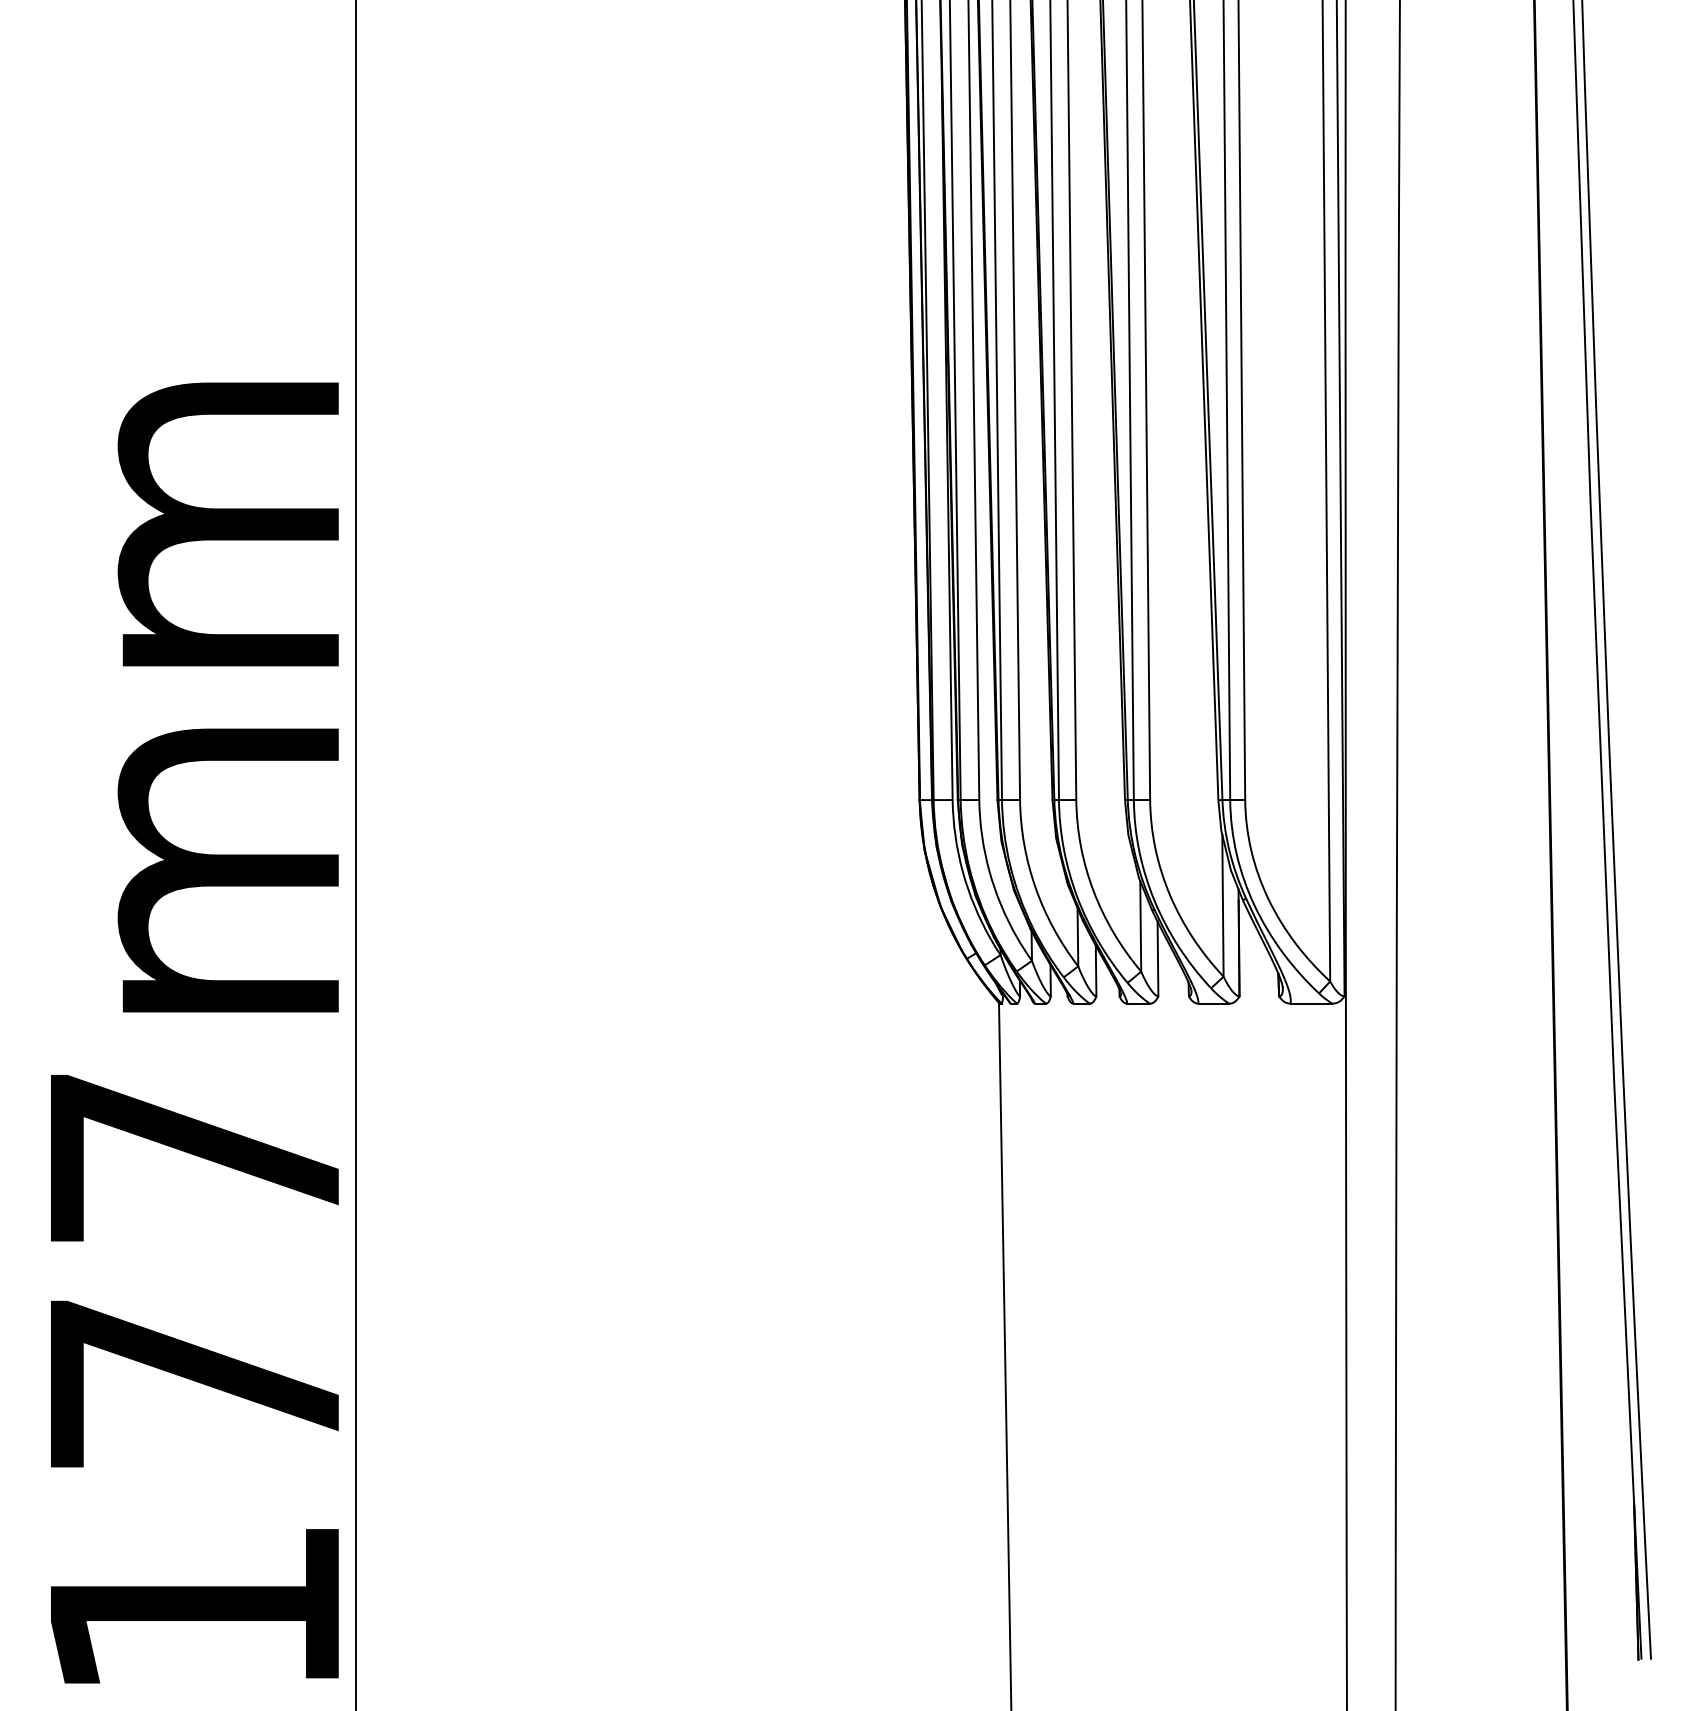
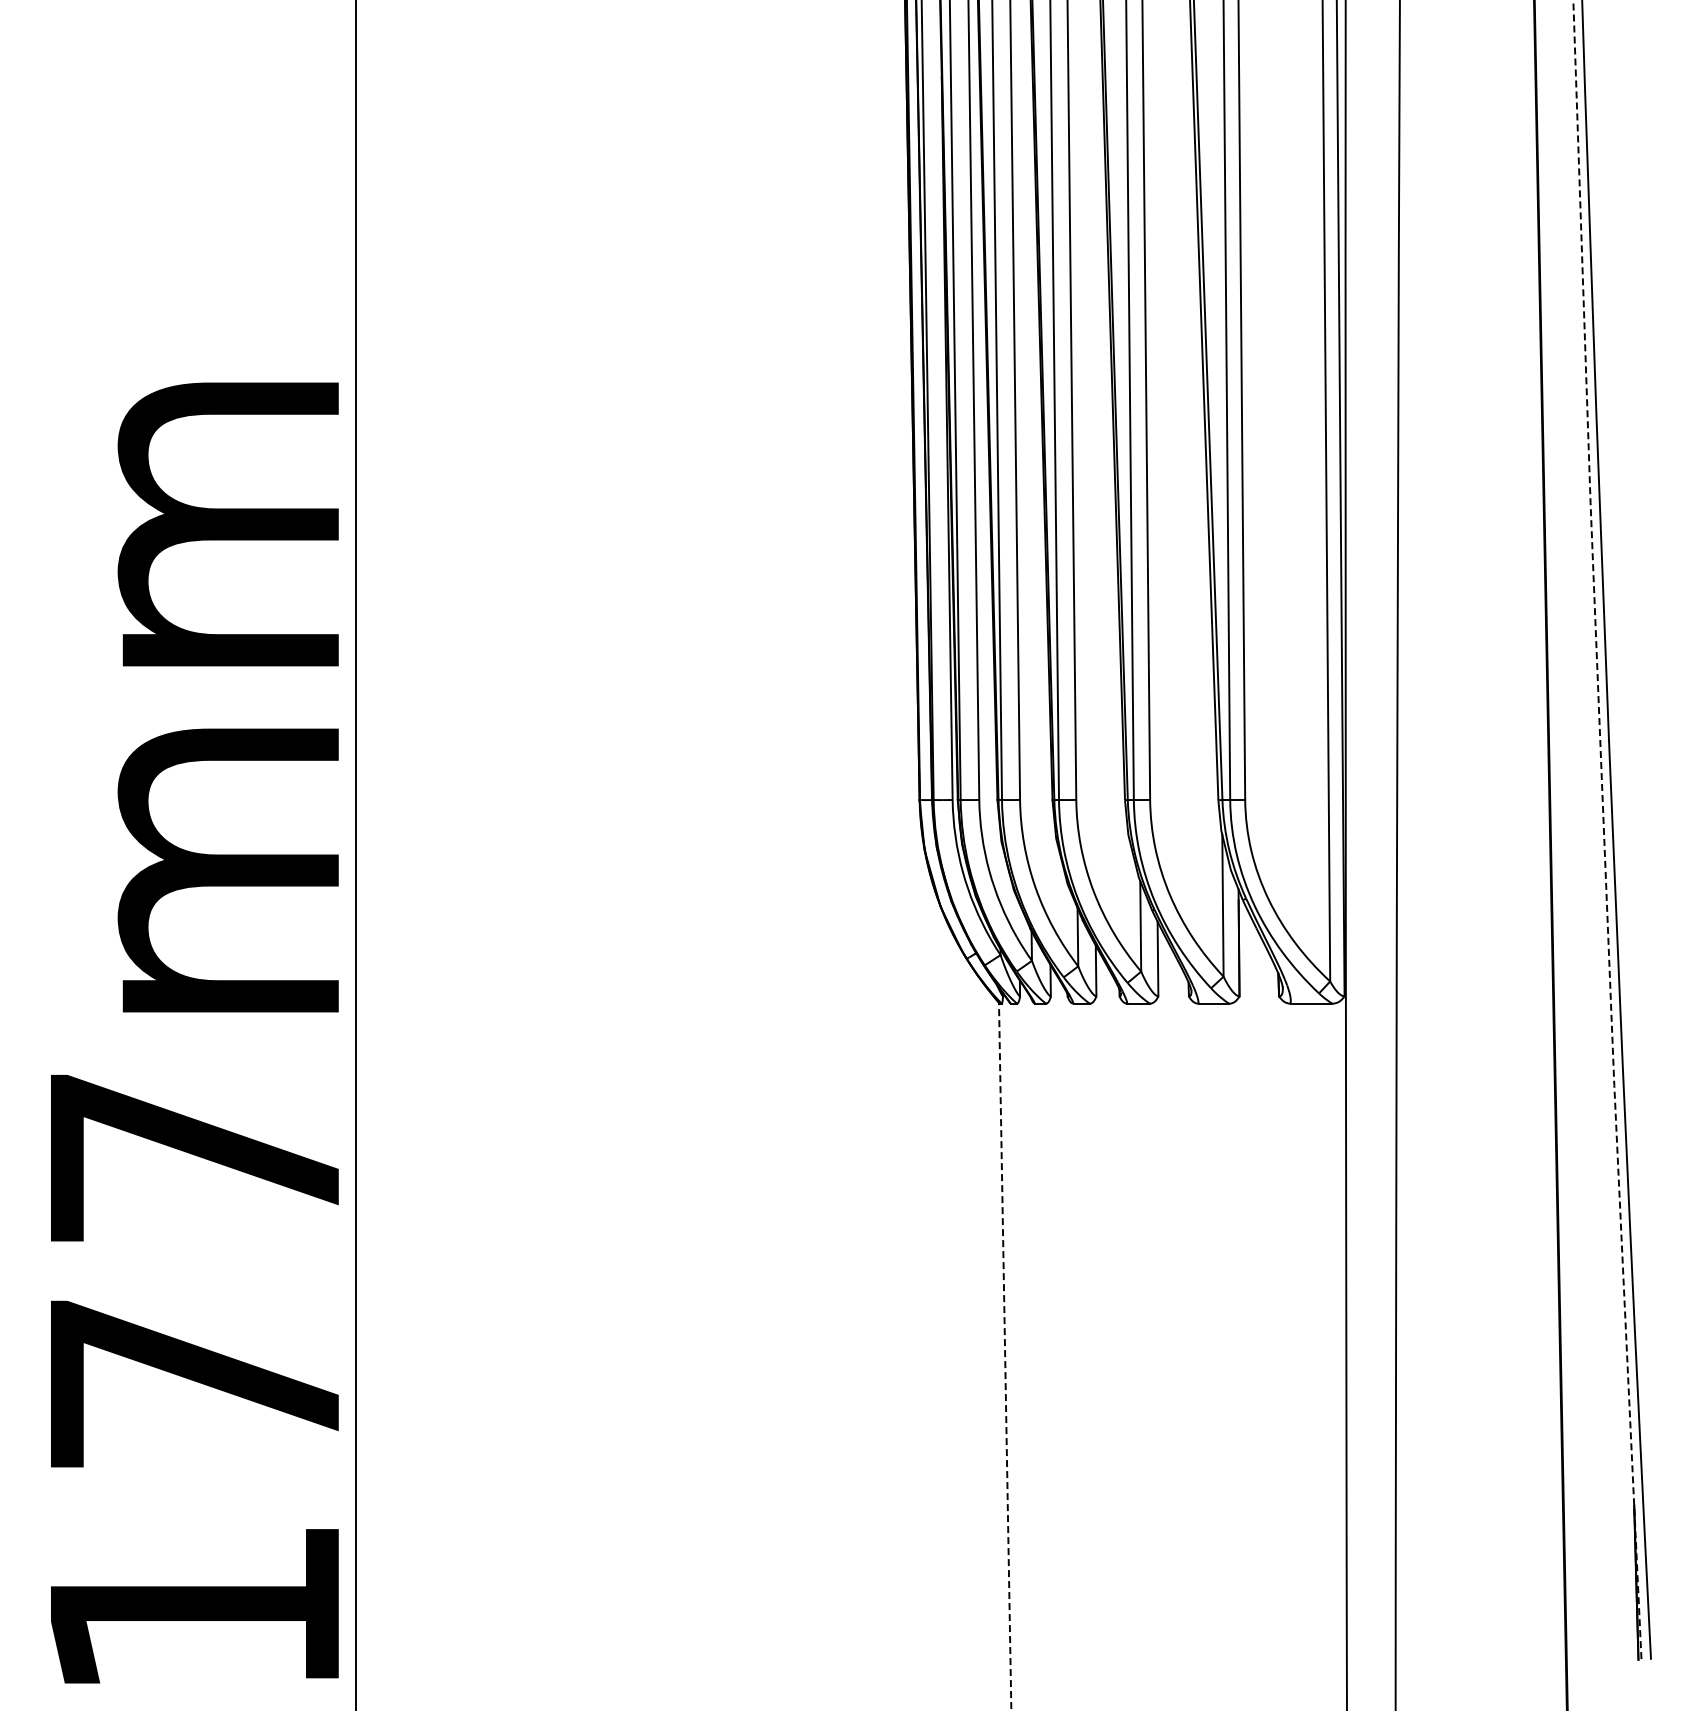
line at (1603, 830): solid -> dashed
line at (1005, 1356): solid -> dashed
